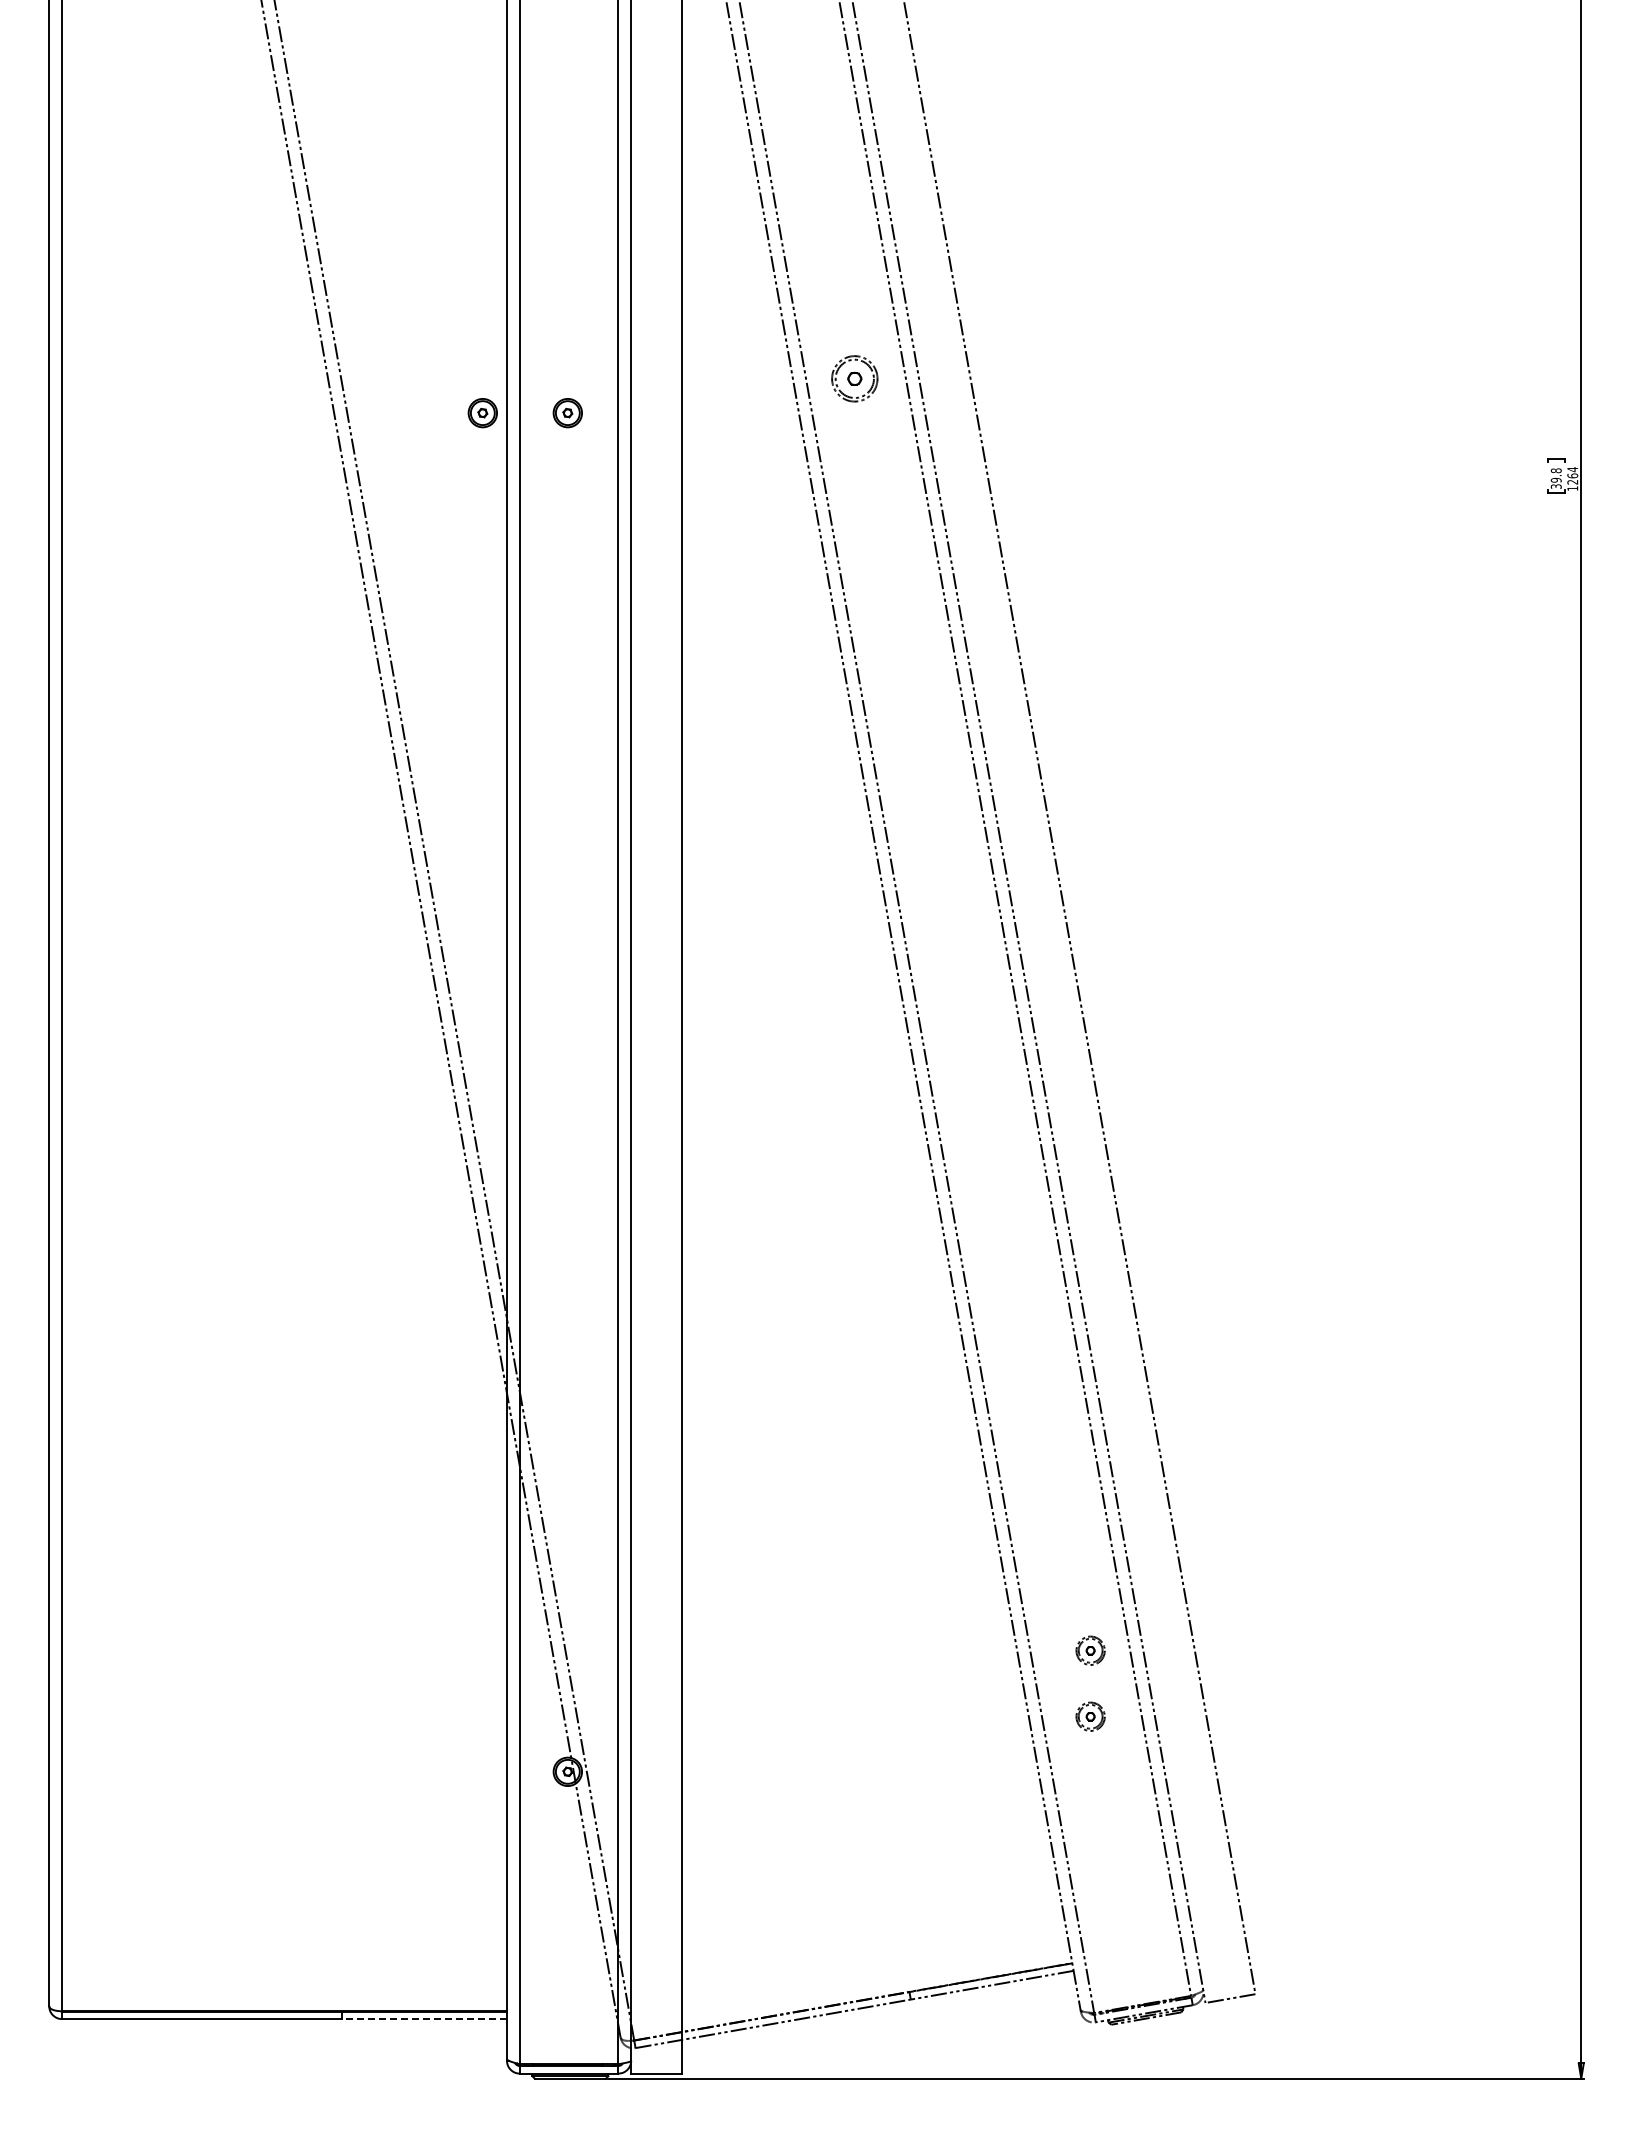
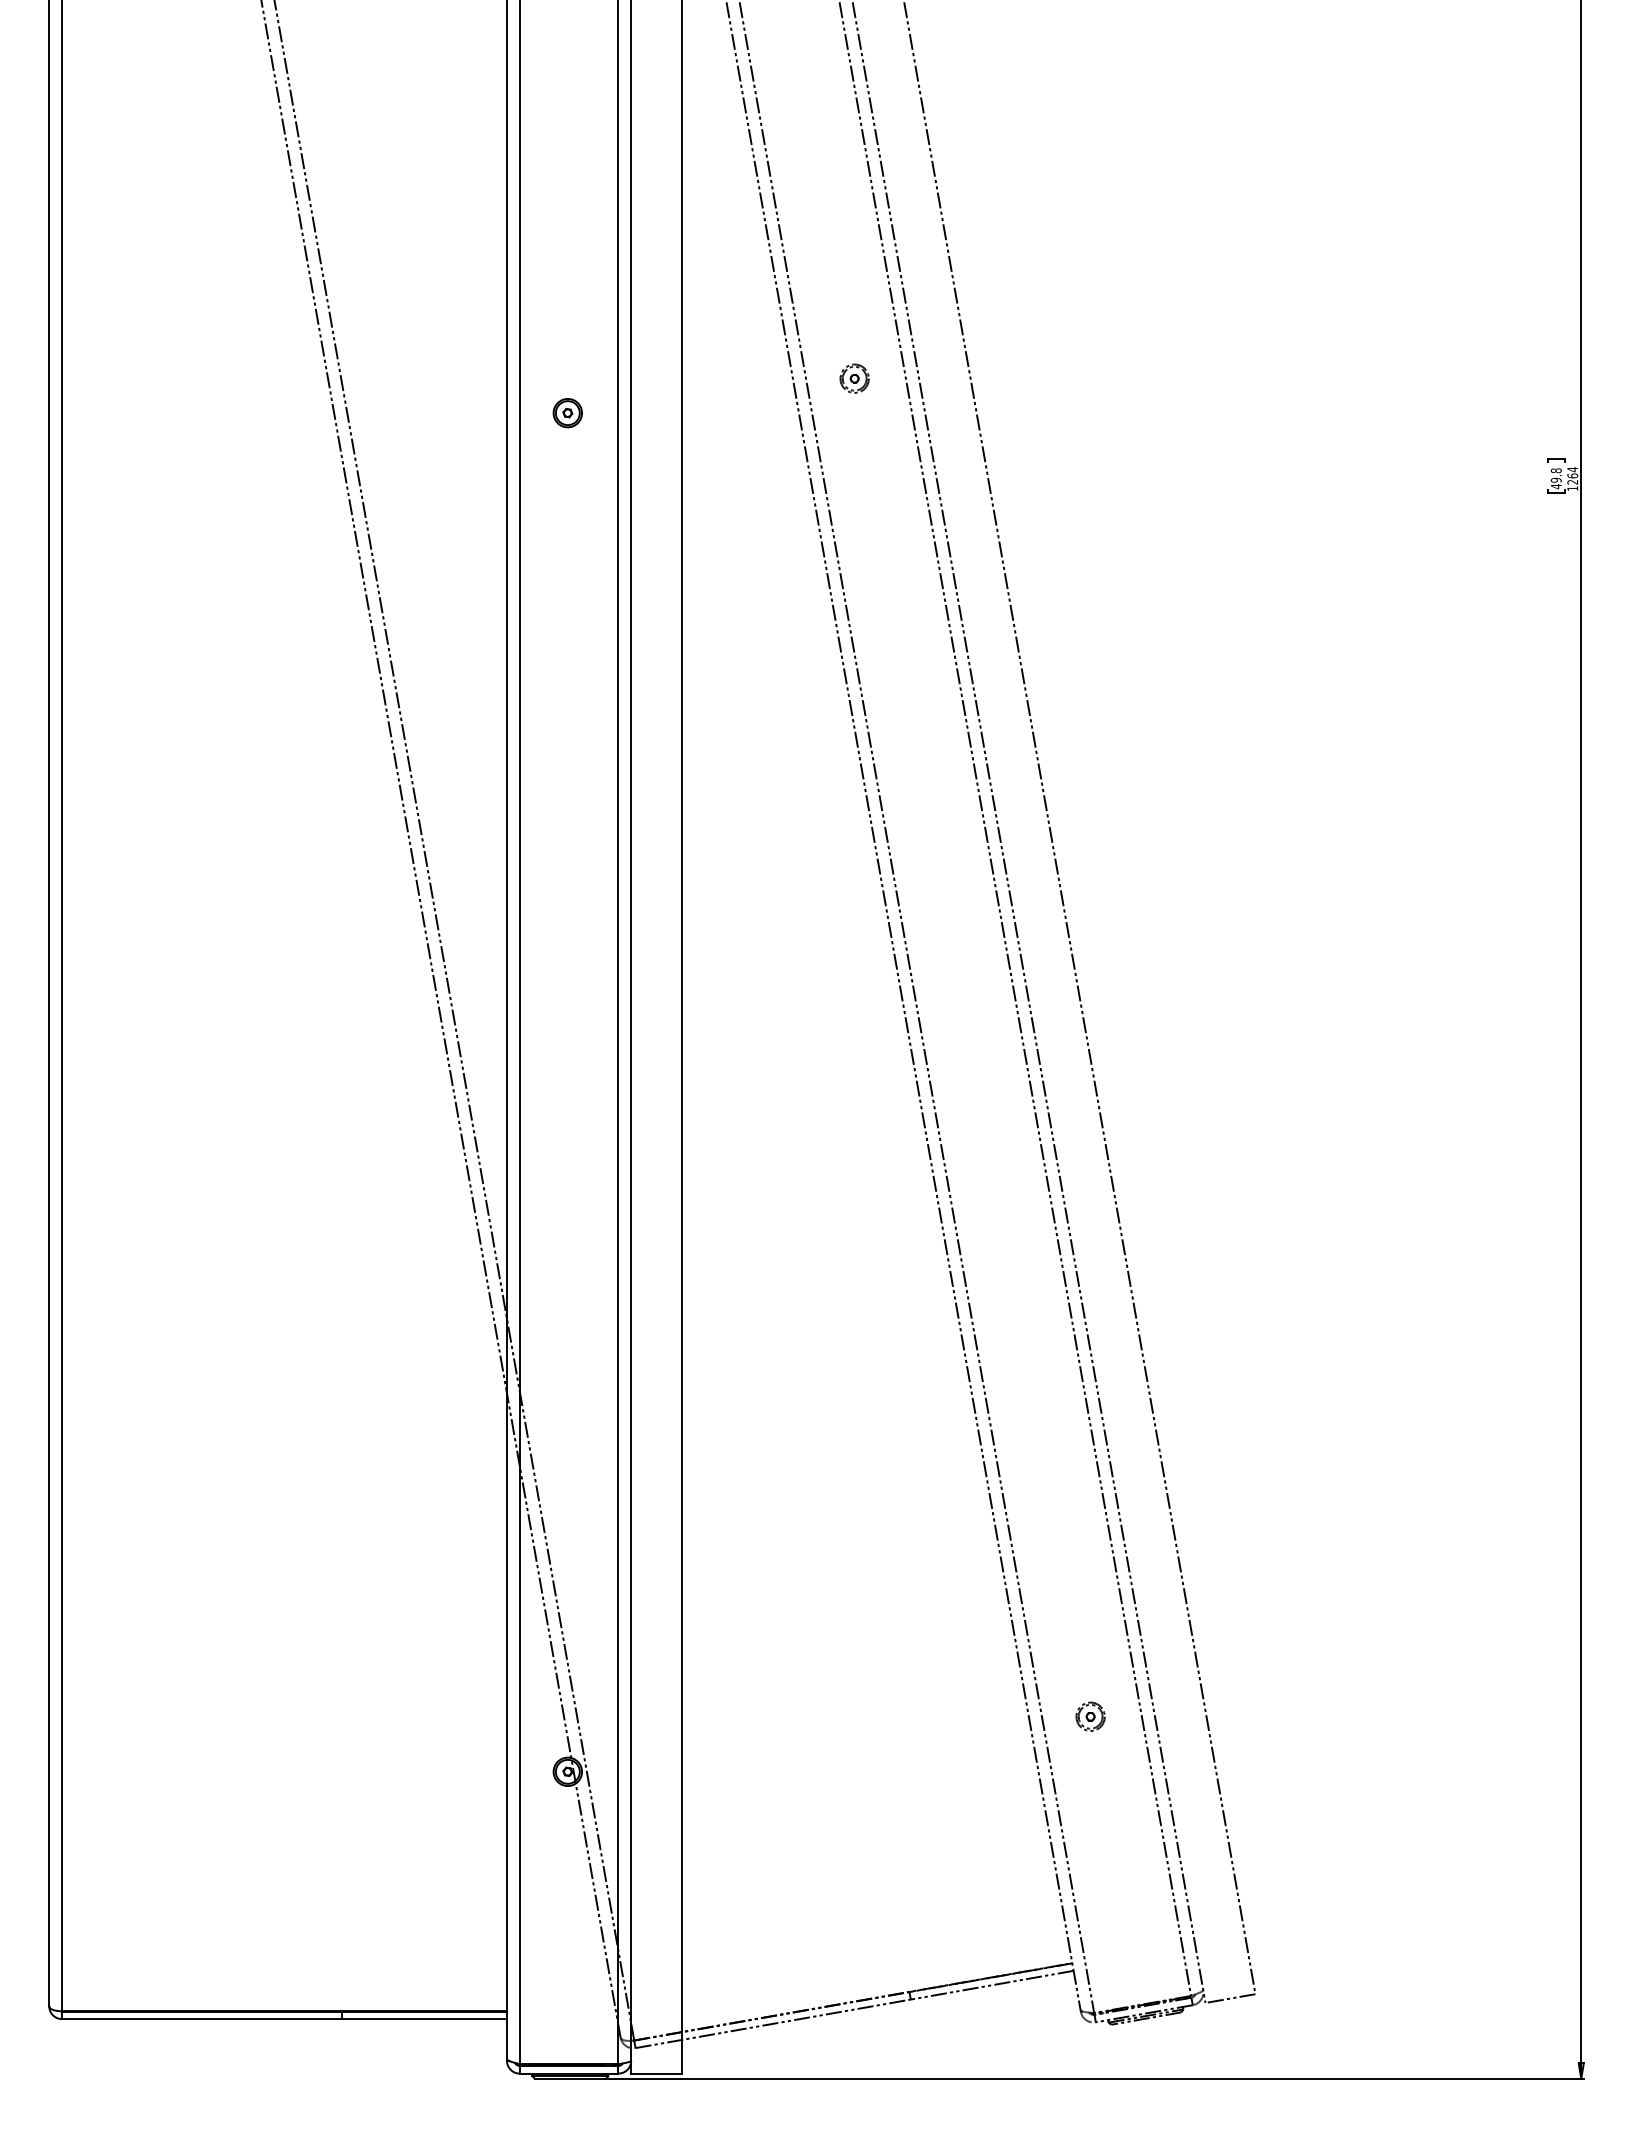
part at (854, 378) size: 48x48 px -> 31x31 px
part at (482, 413): present -> none
text at (1555, 486): 39.8 -> 49.8
part at (1090, 1650): present -> none
line at (424, 2019): dashed -> solid
